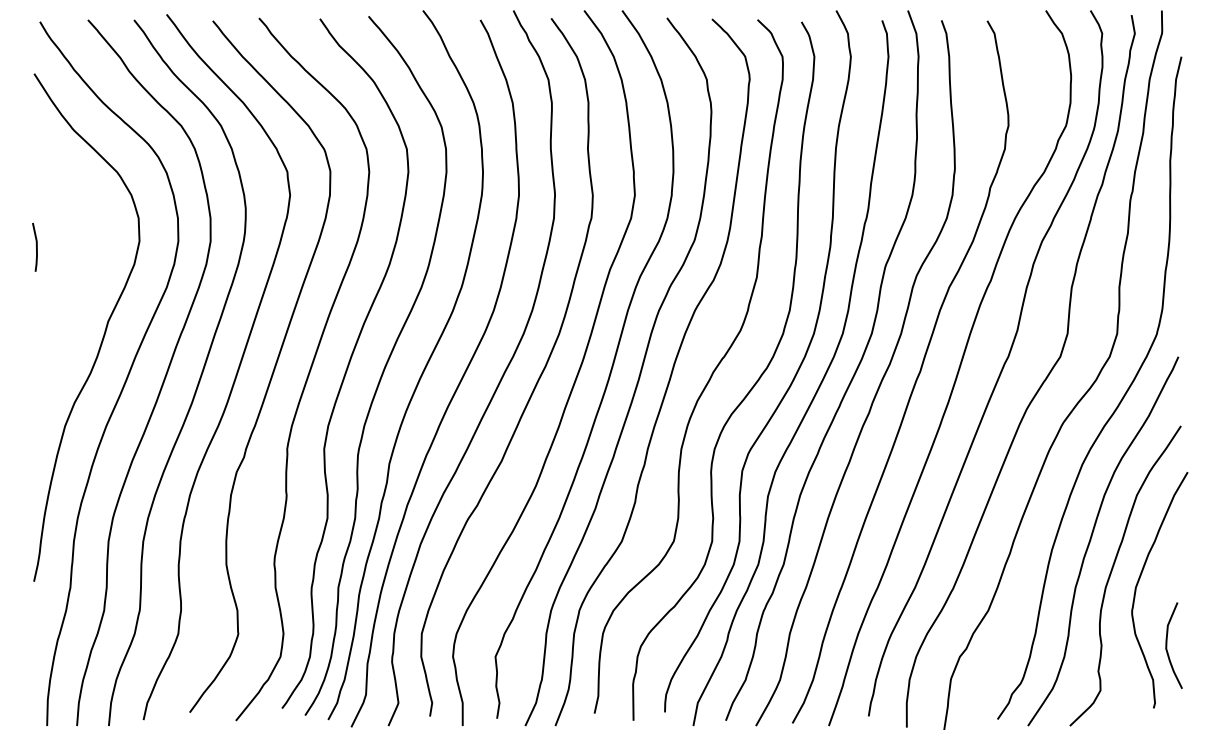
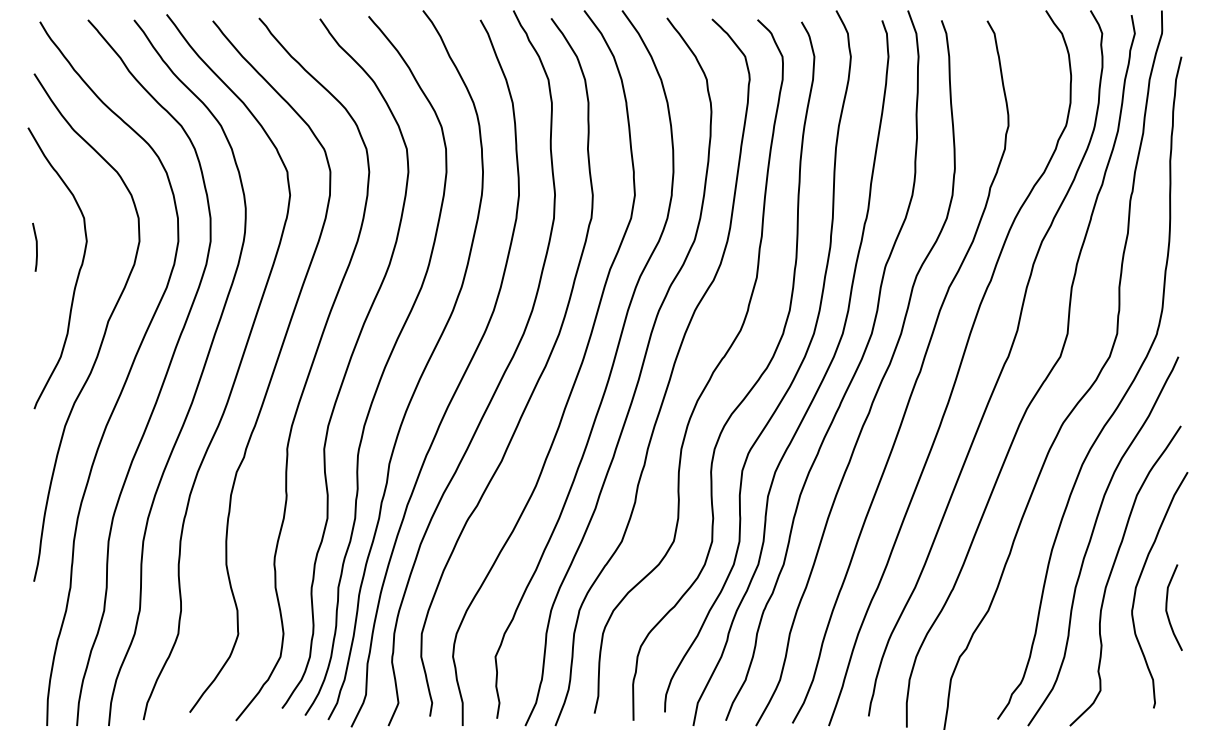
curve at (77, 274): none -> present
curve at (1167, 645) position: (1167, 645) -> (1167, 607)
